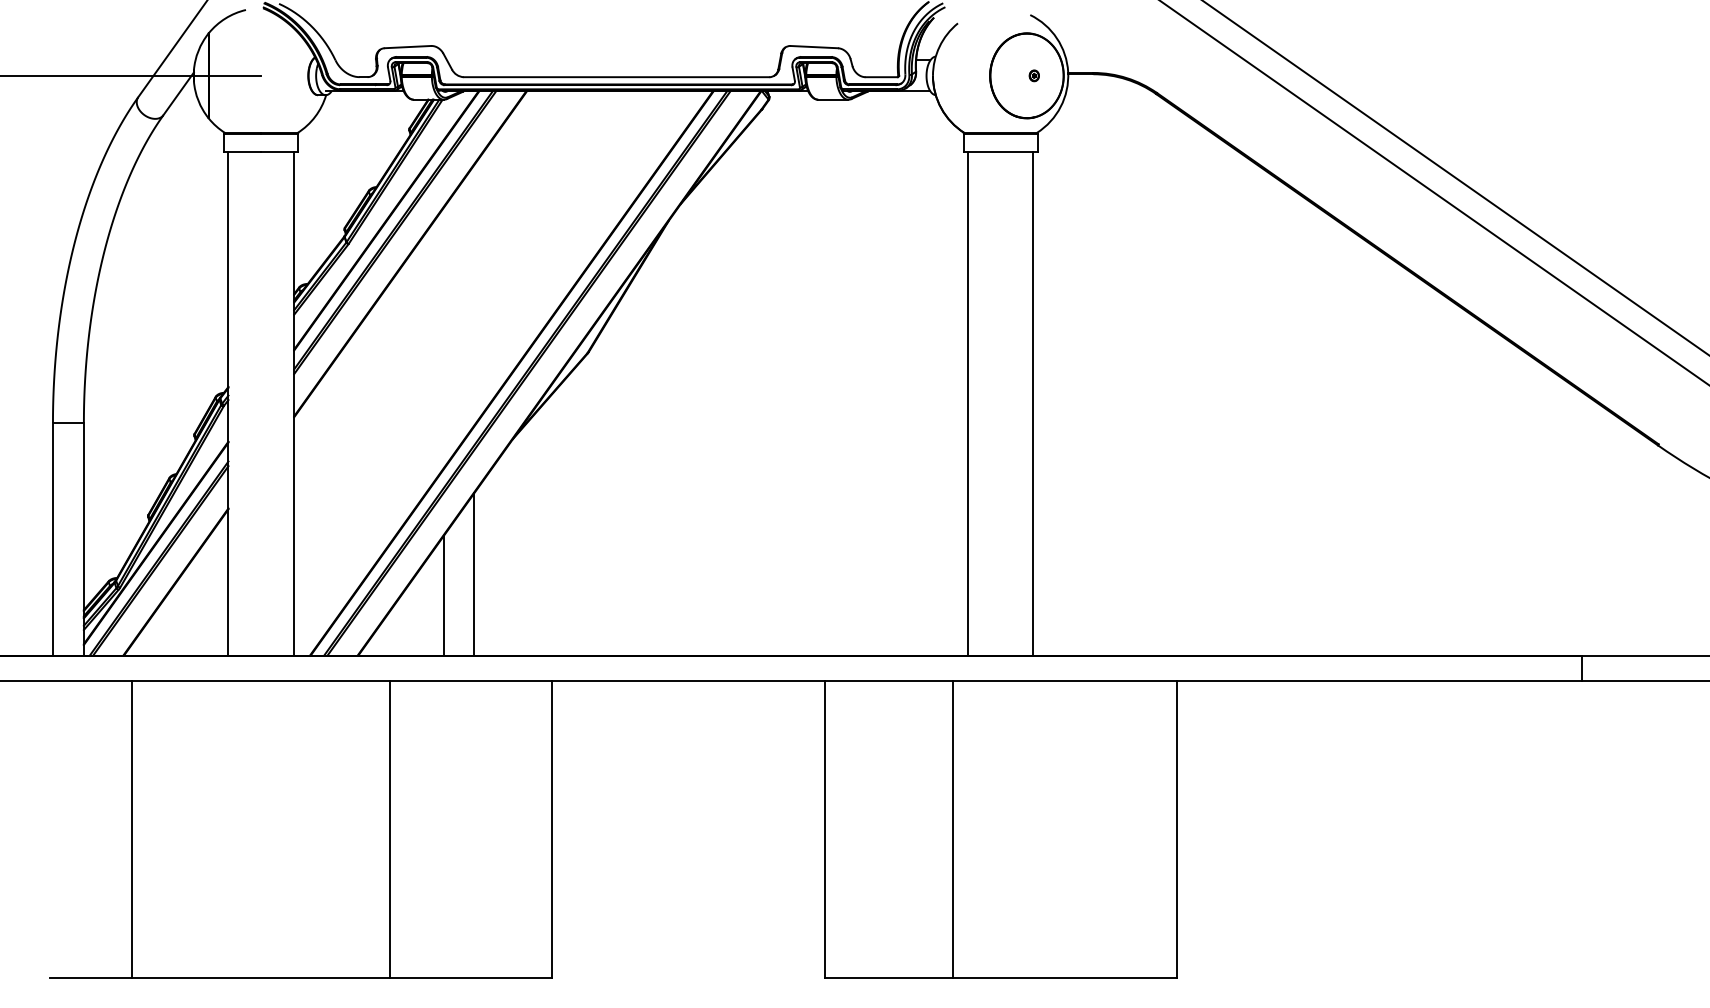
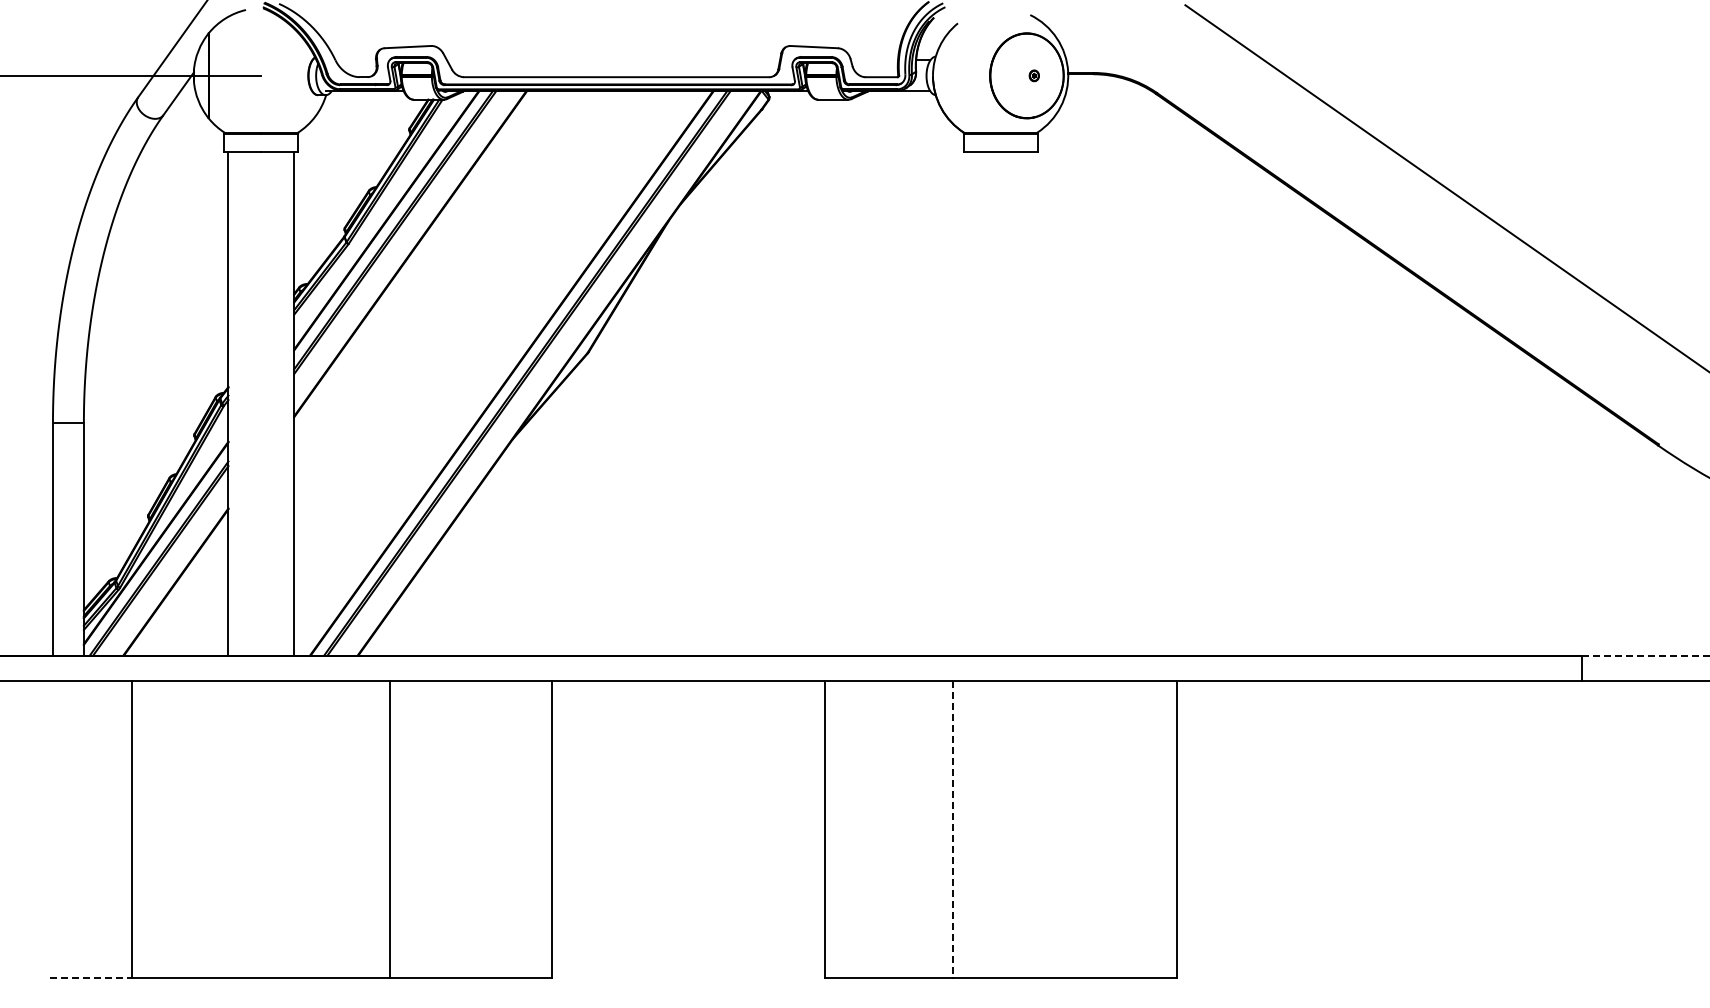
line at (1455, 177) position: (1455, 177) -> (1445, 187)
line at (1433, 192): present -> none
line at (967, 403): present -> none
line at (1033, 403): present -> none
line at (474, 574): present -> none
line at (443, 595): present -> none
line at (1645, 655): solid -> dashed
line at (953, 830): solid -> dashed
line at (91, 977): solid -> dashed
